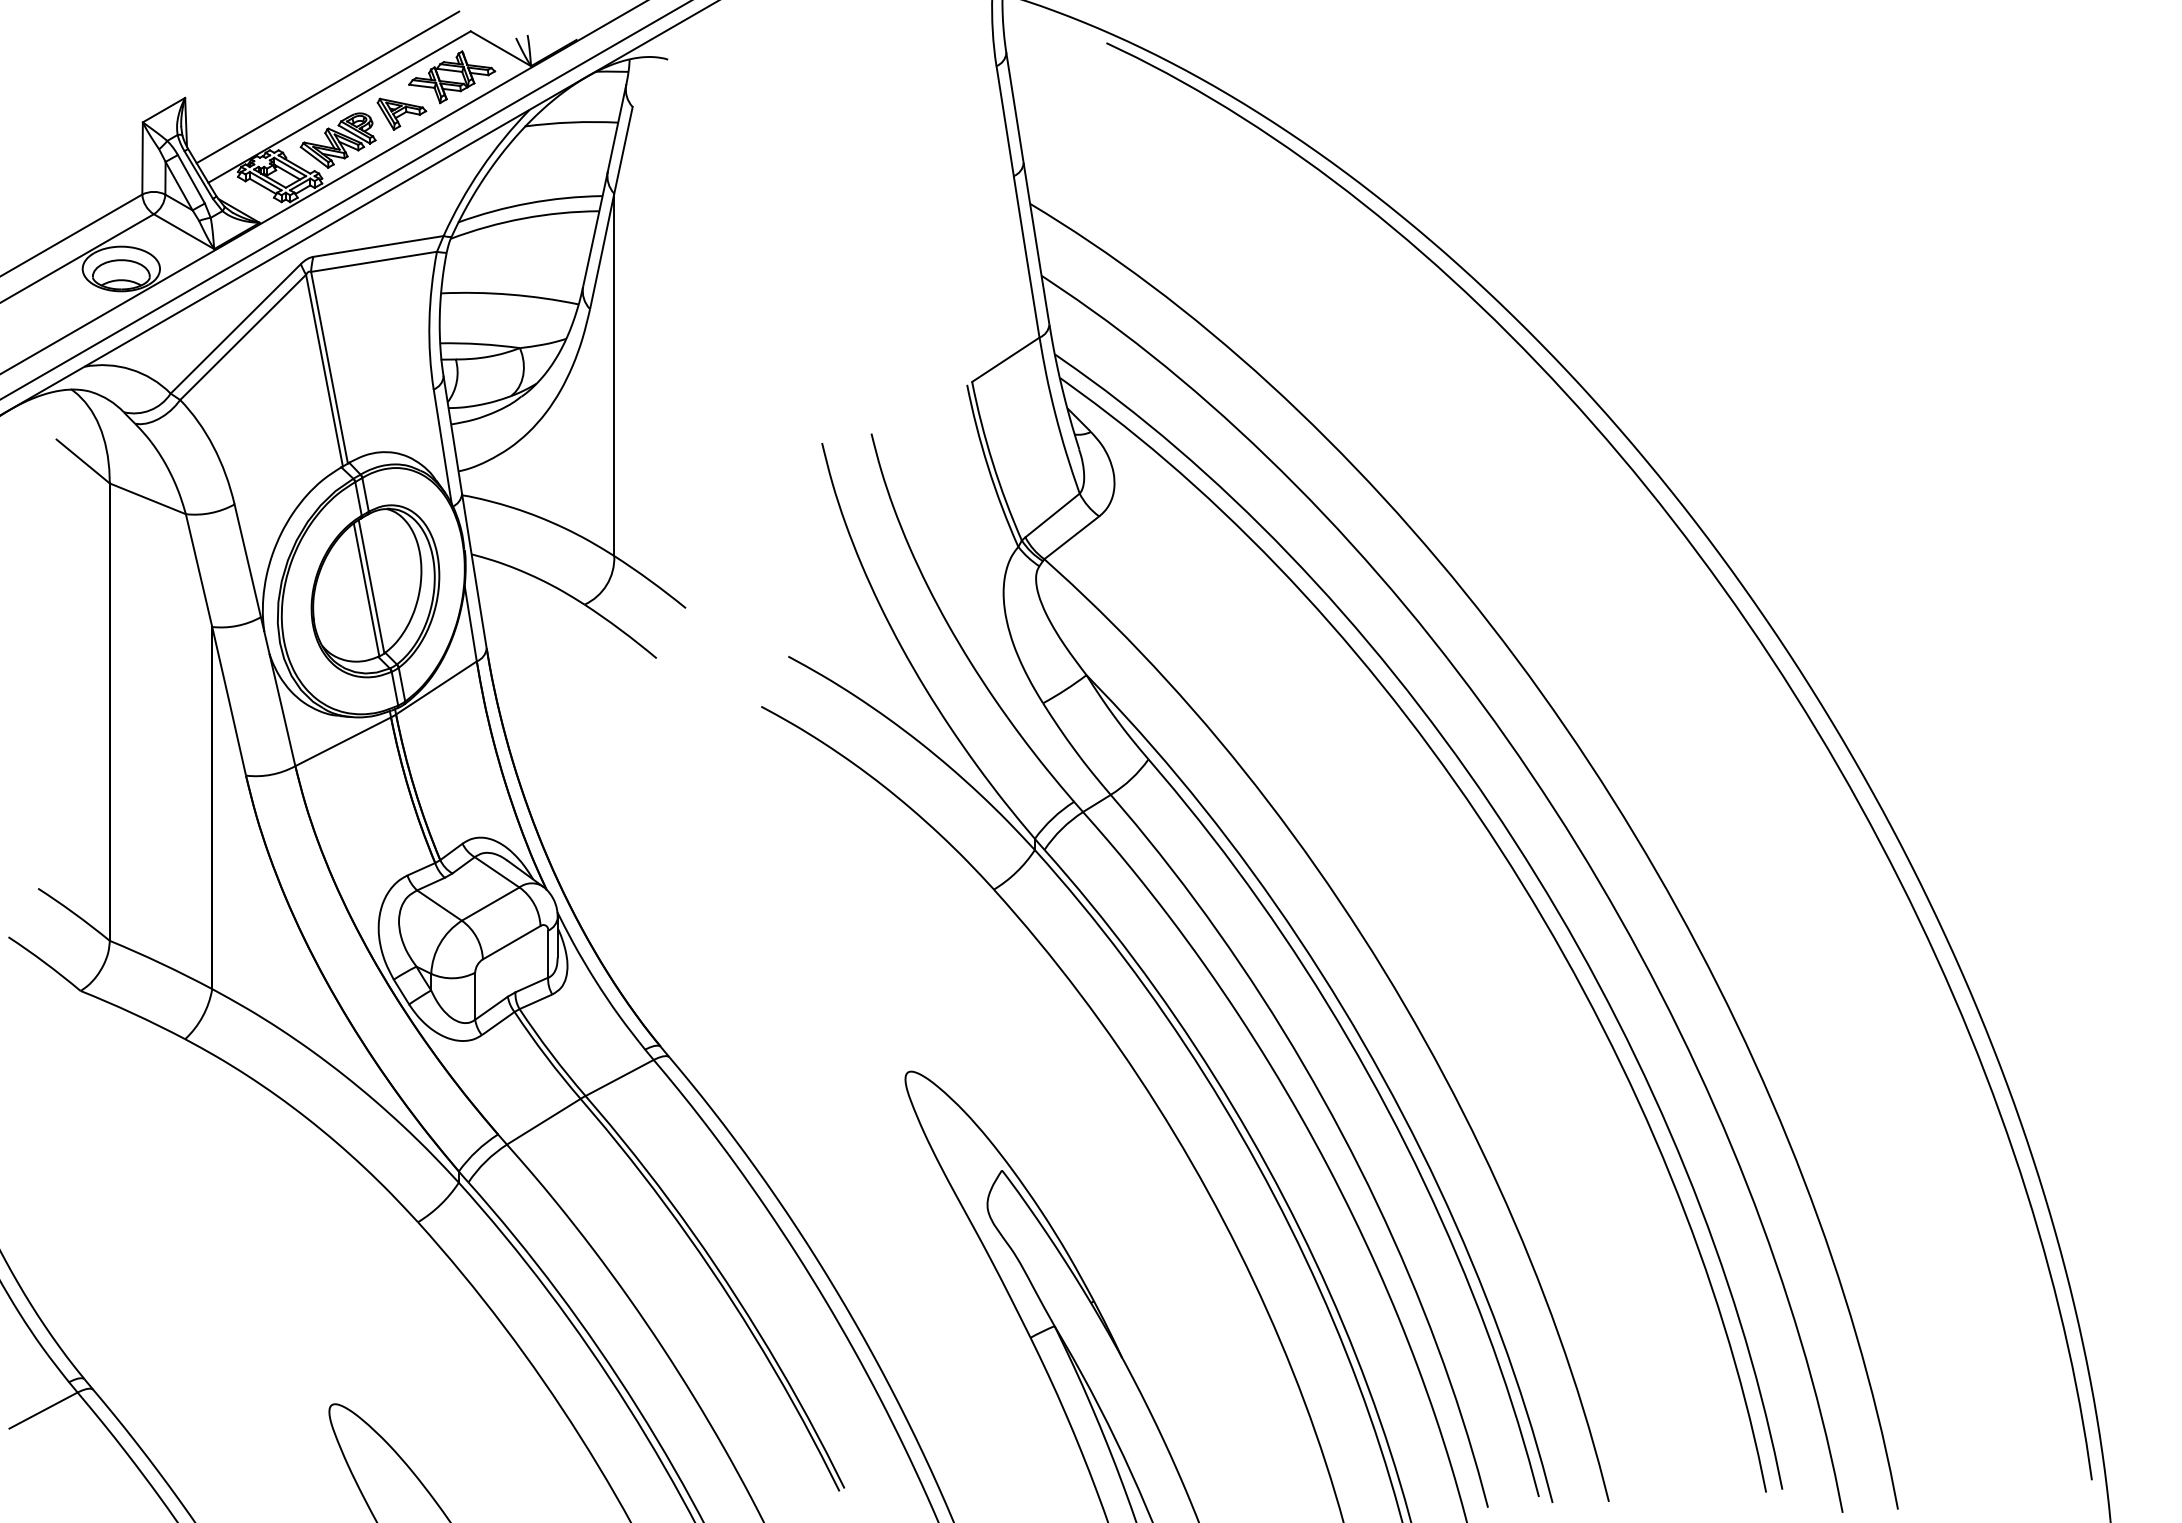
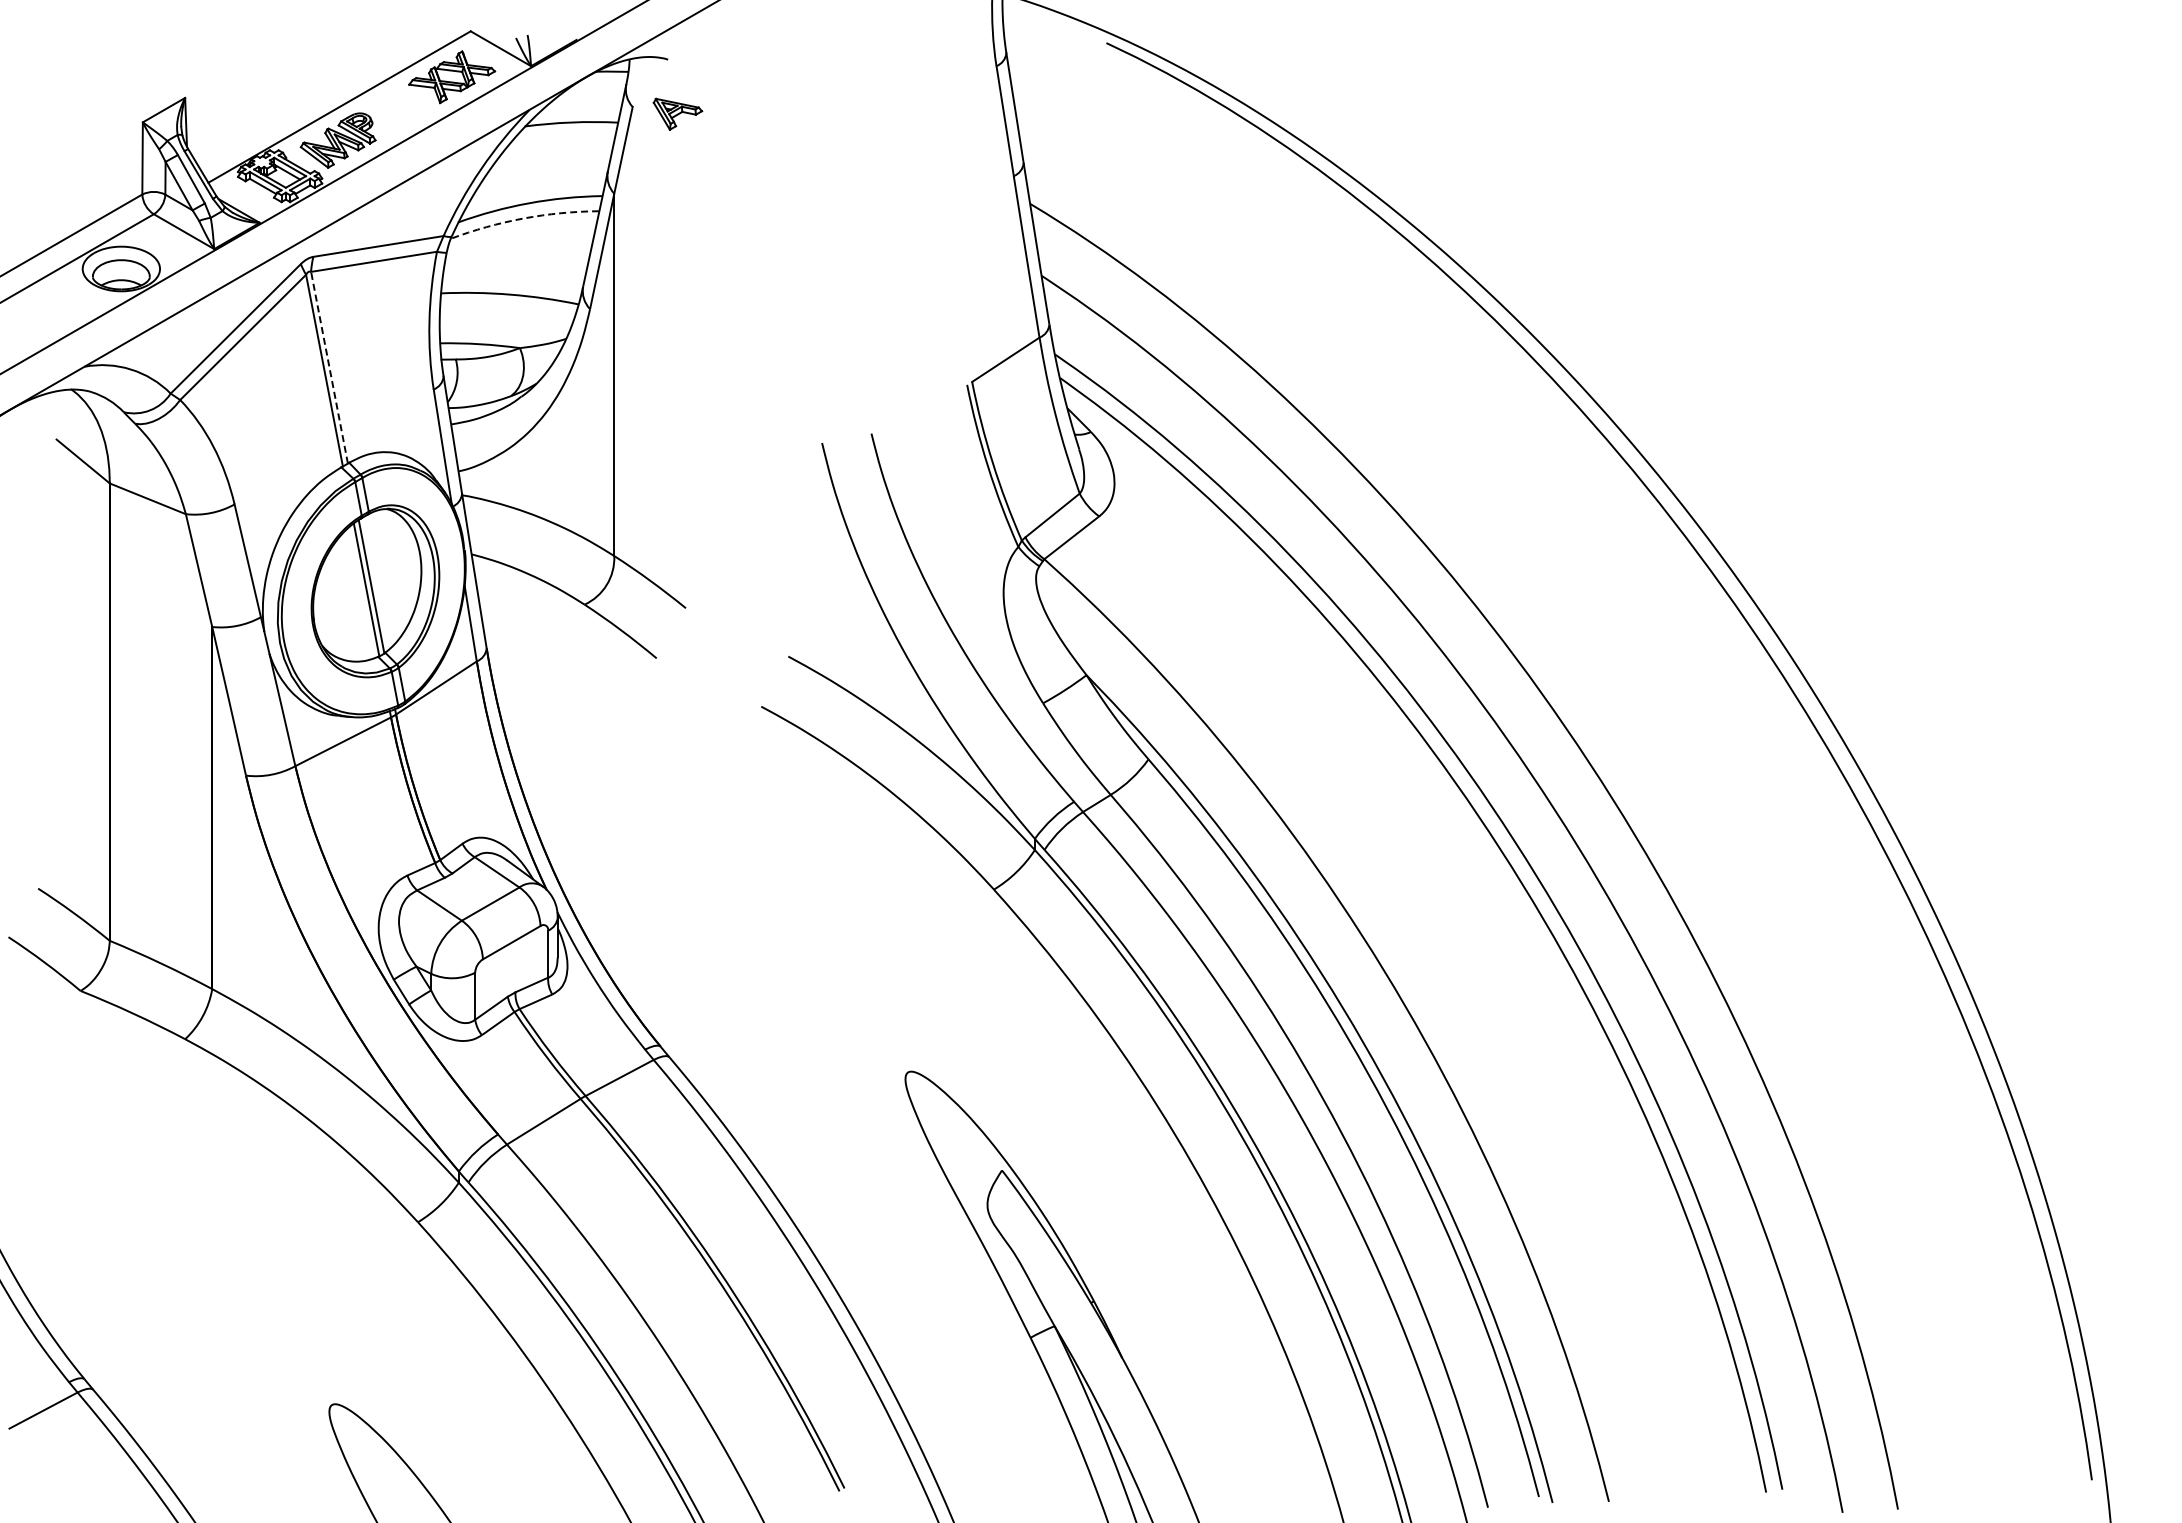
line at (327, 87): present -> none
part at (401, 113) position: (401, 113) -> (677, 113)
line at (345, 200): present -> none
arc at (523, 218): solid -> dashed
line at (329, 367): solid -> dashed
